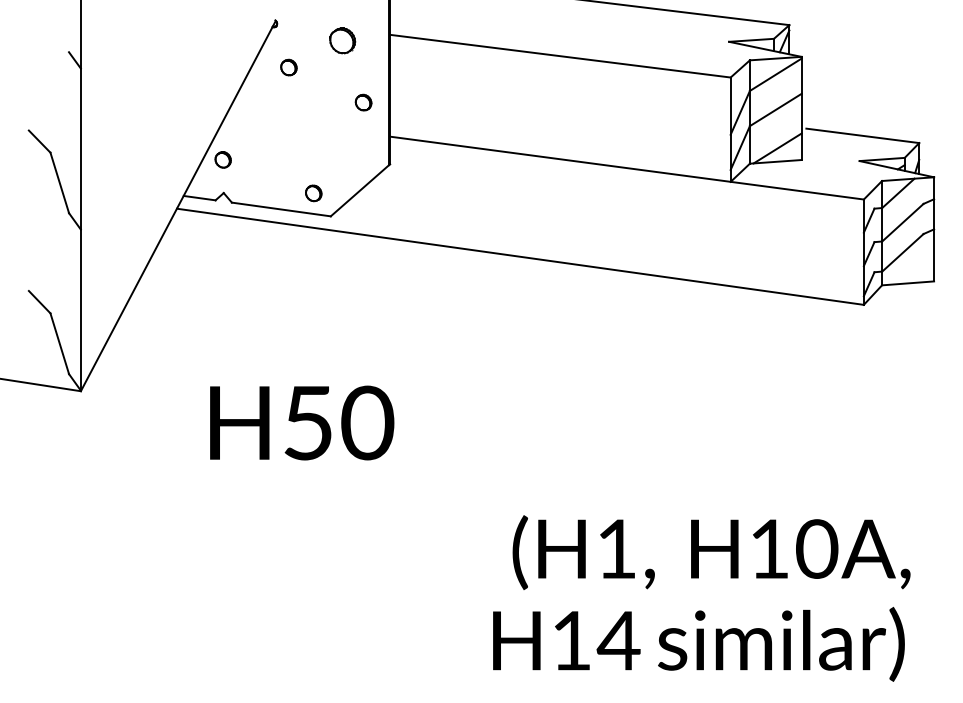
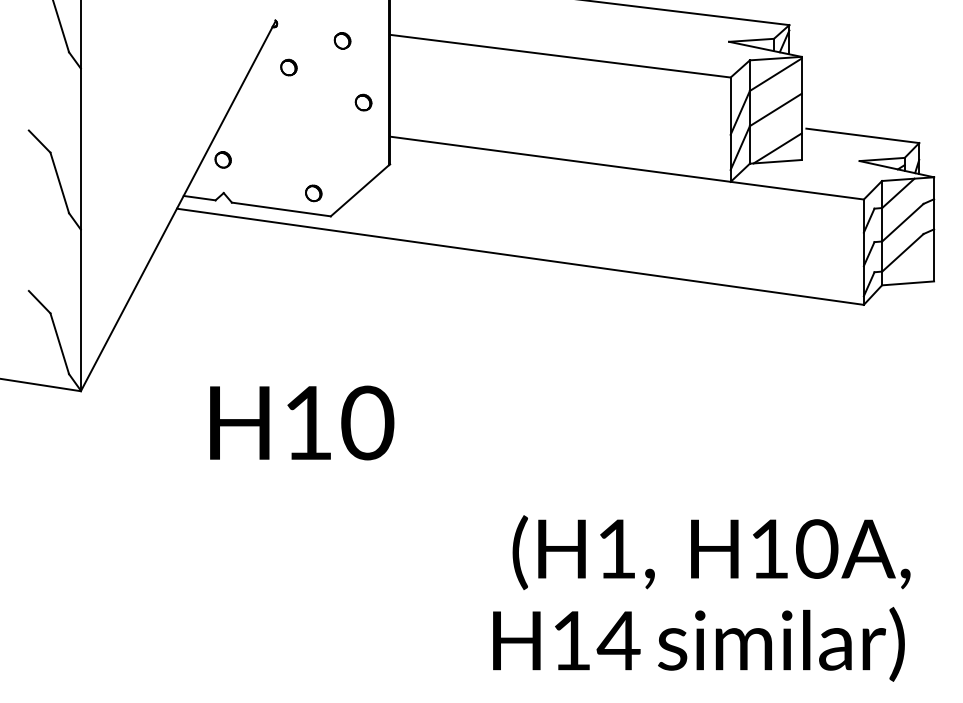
line at (61, 27): none -> present
part at (342, 40) size: 28x28 px -> 19x18 px
text at (307, 423): H50 -> H10
